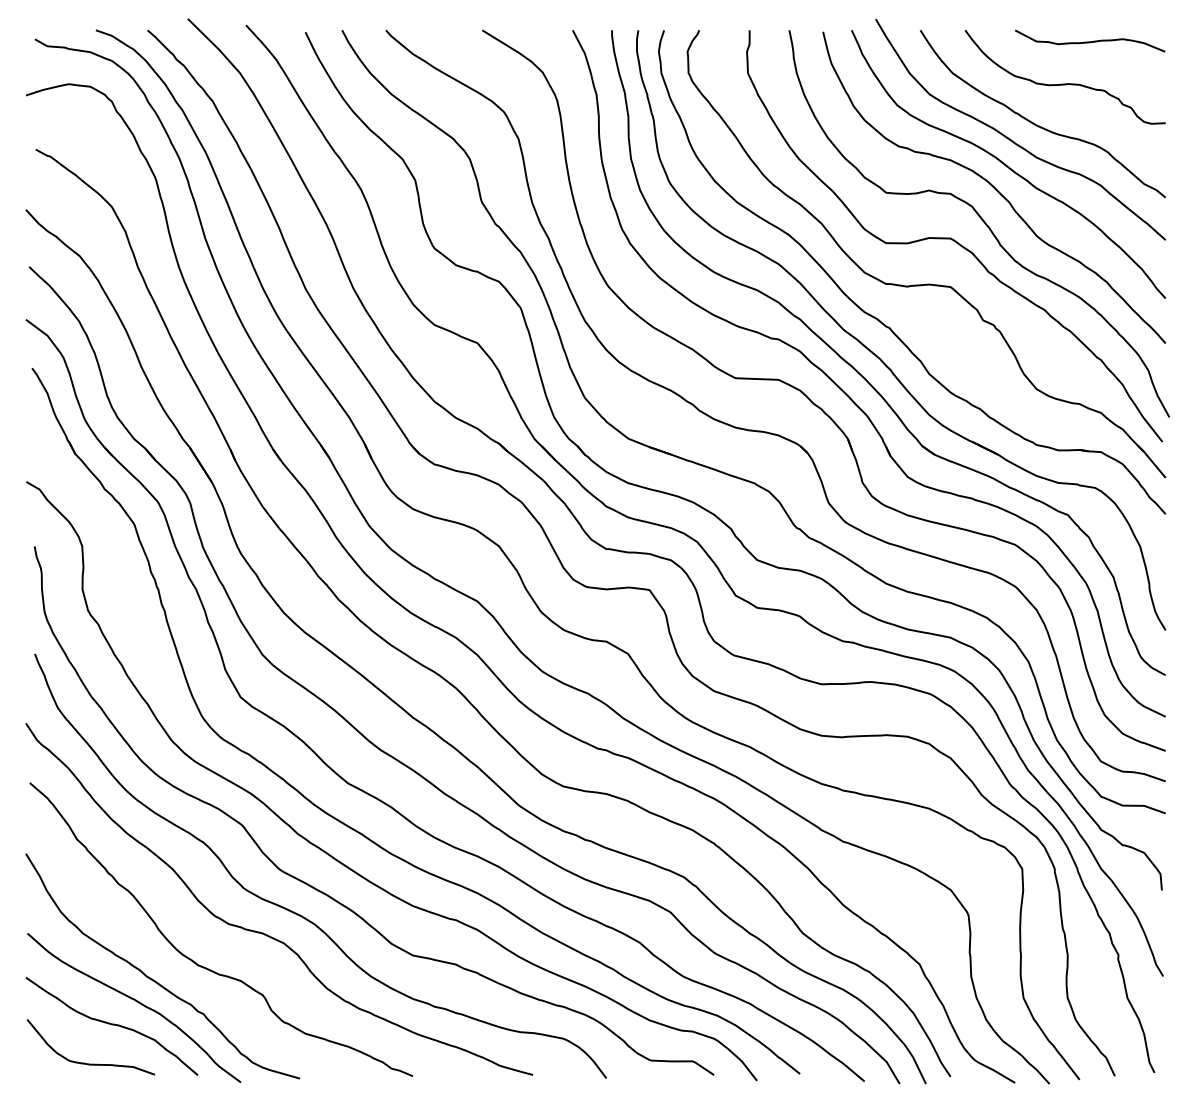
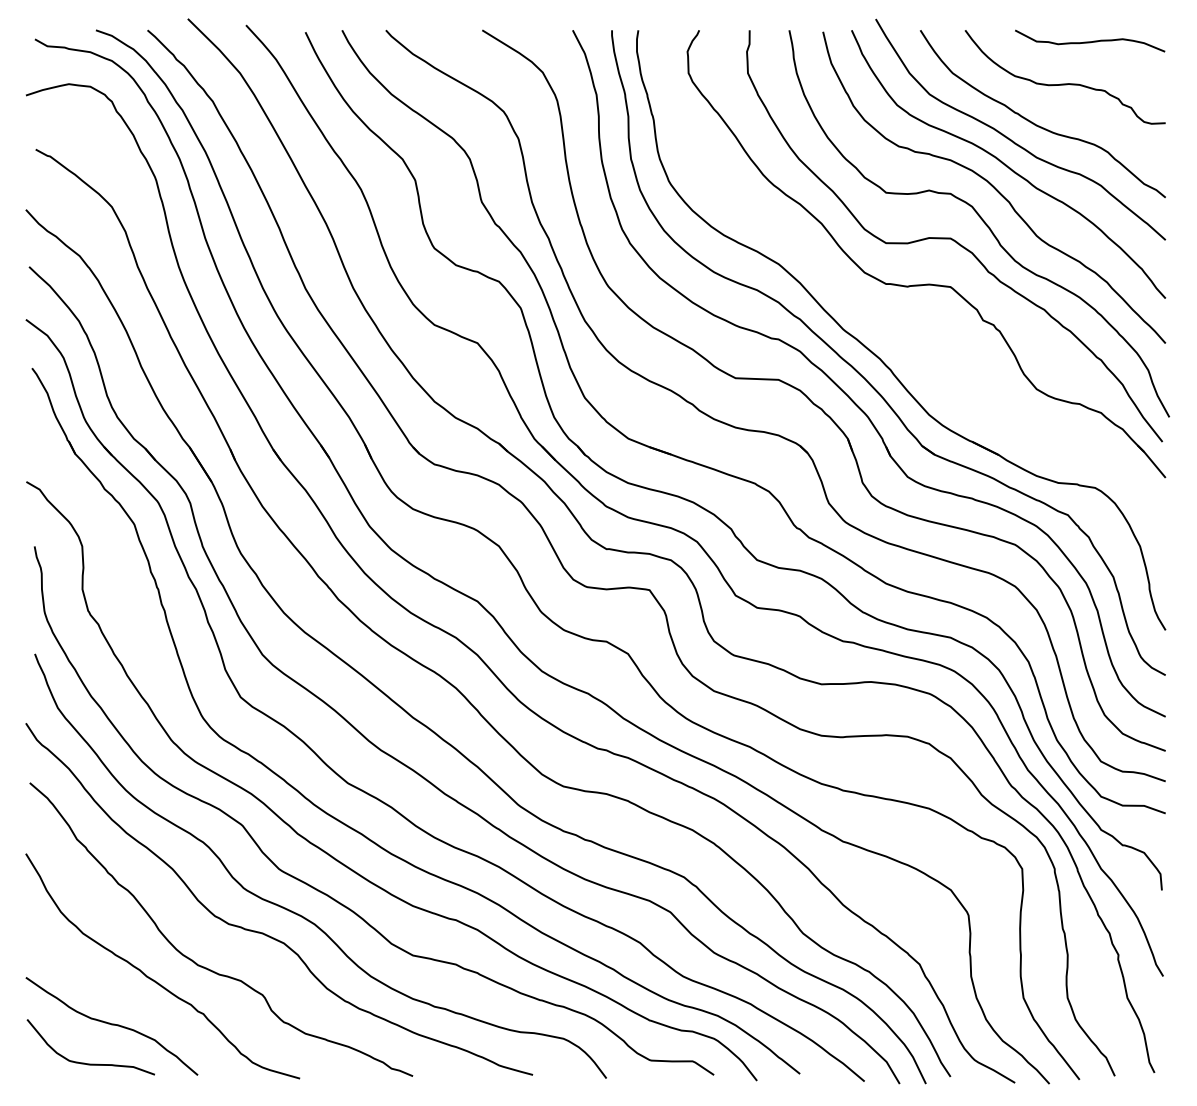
part at (878, 318): present -> none
curve at (138, 1003): present -> none
